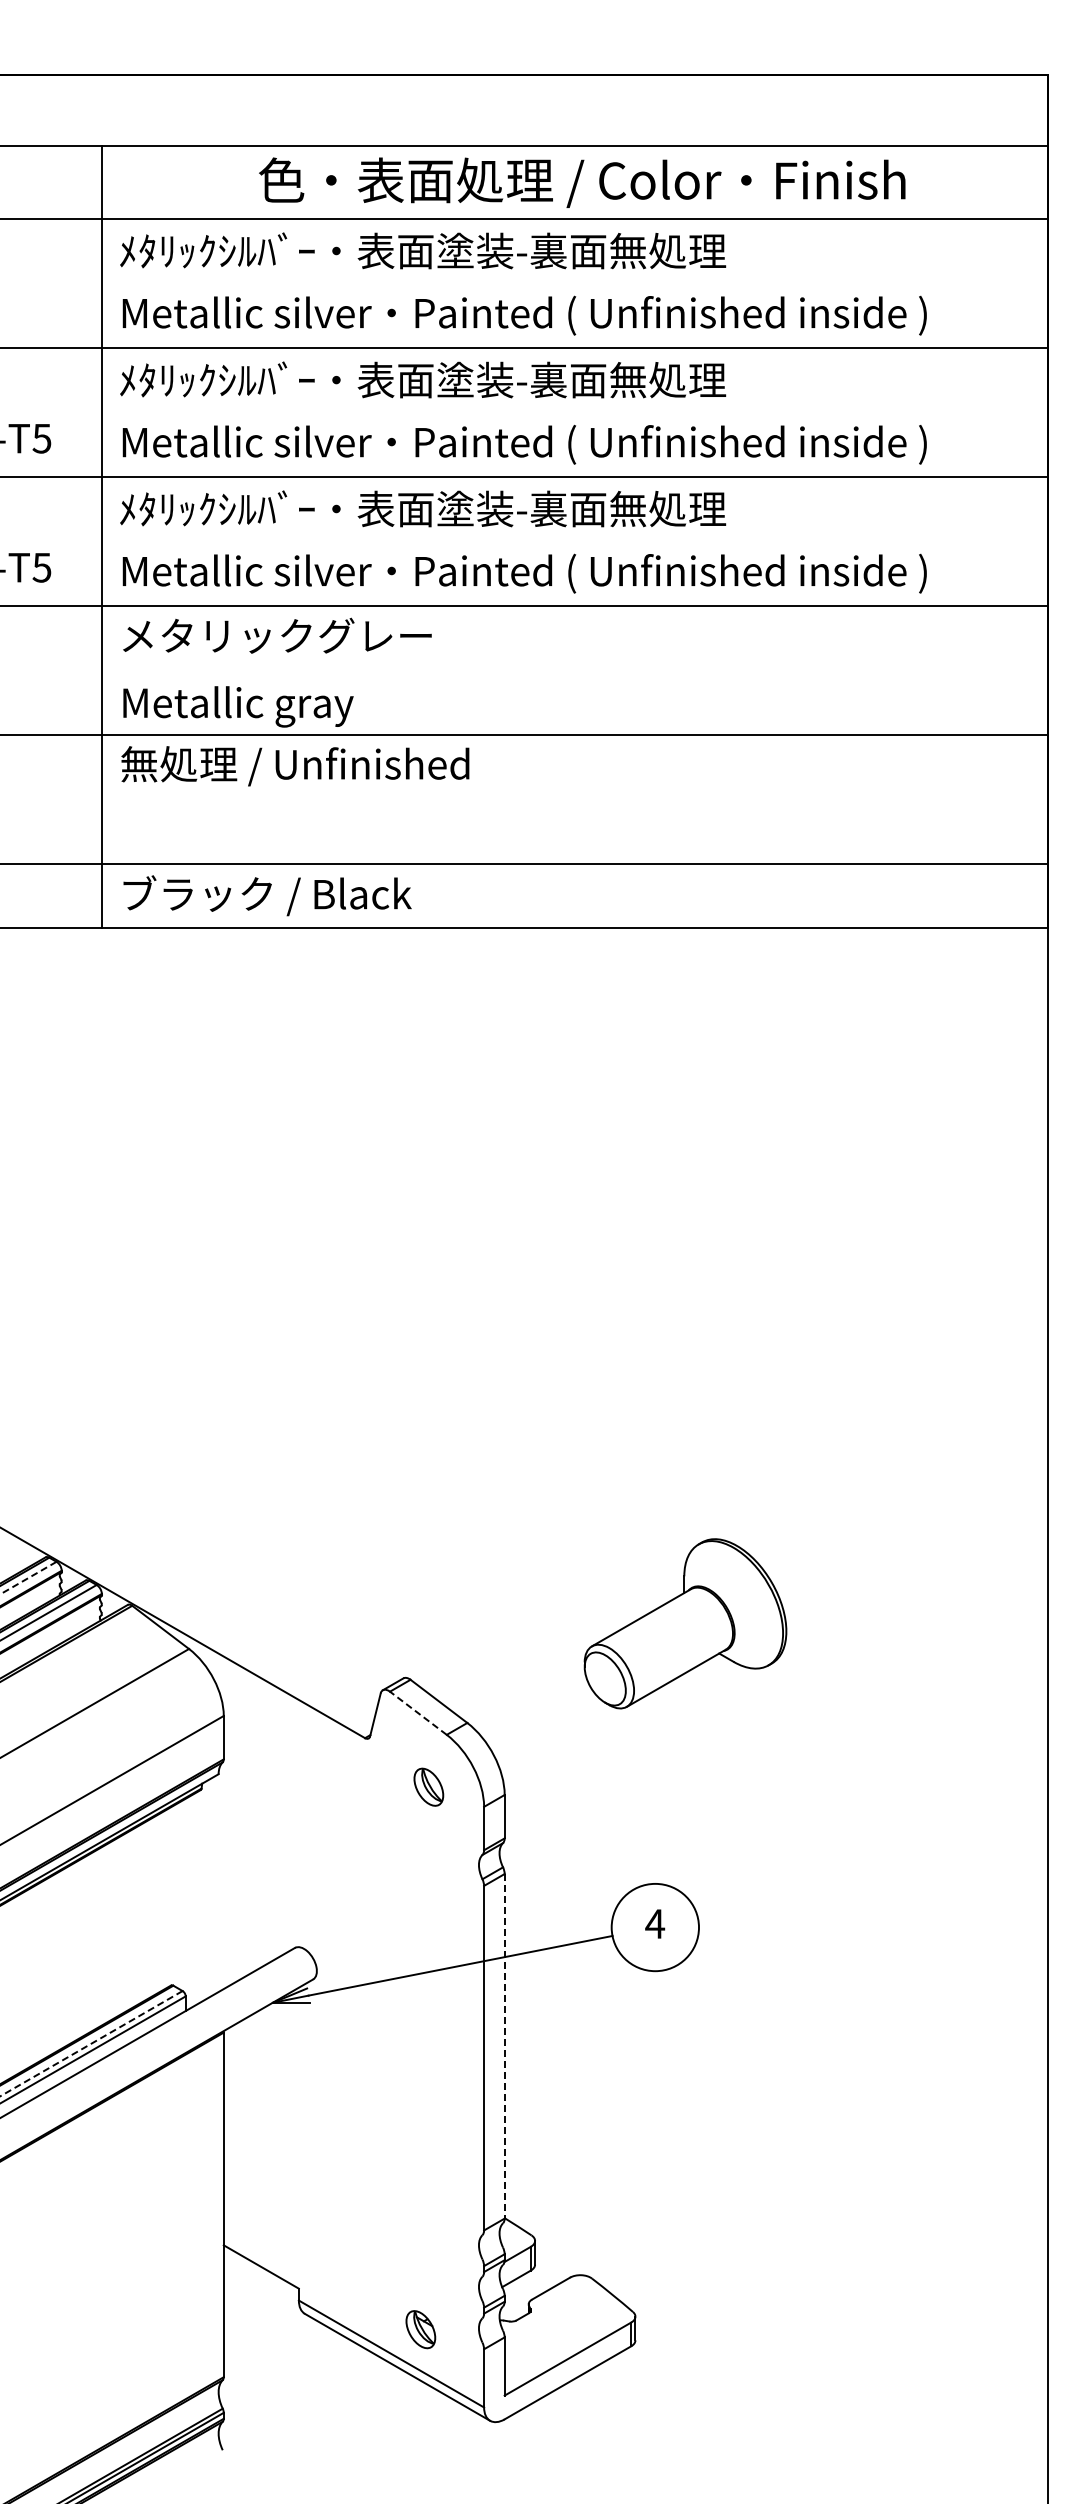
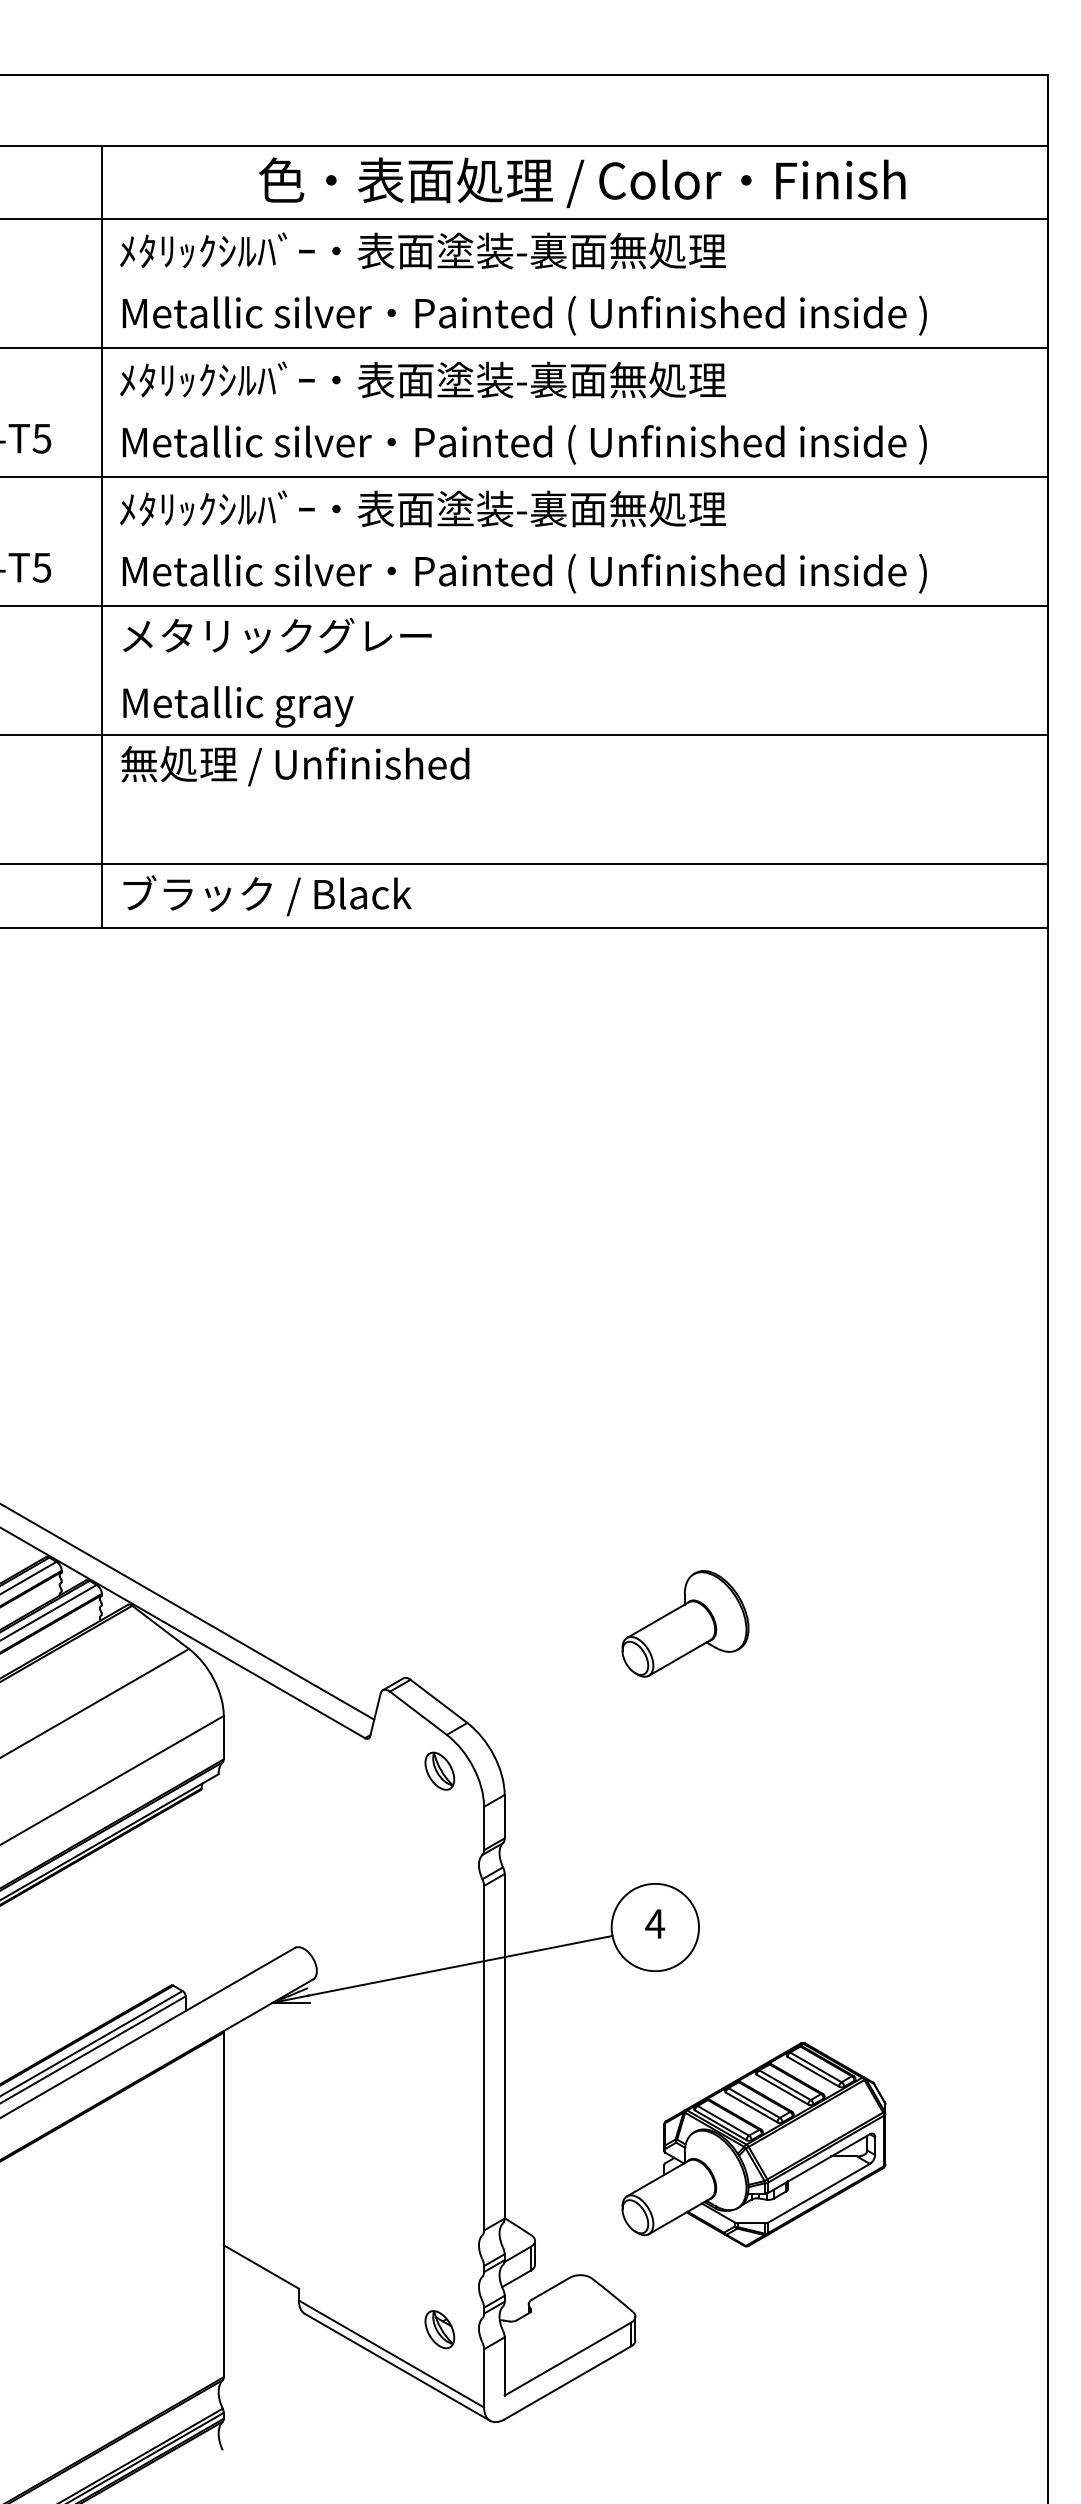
line at (28, 1578): dashed -> solid
line at (188, 1612): none -> present
part at (685, 1623) size: 205x172 px -> 129x108 px
line at (418, 1713): dashed -> solid
part at (428, 1786) position: (428, 1786) -> (439, 1770)
line at (90, 2044): dashed -> solid
line at (504, 2046): dashed -> solid
part at (753, 2144): none -> present
part at (420, 2329) position: (420, 2329) -> (439, 2329)
